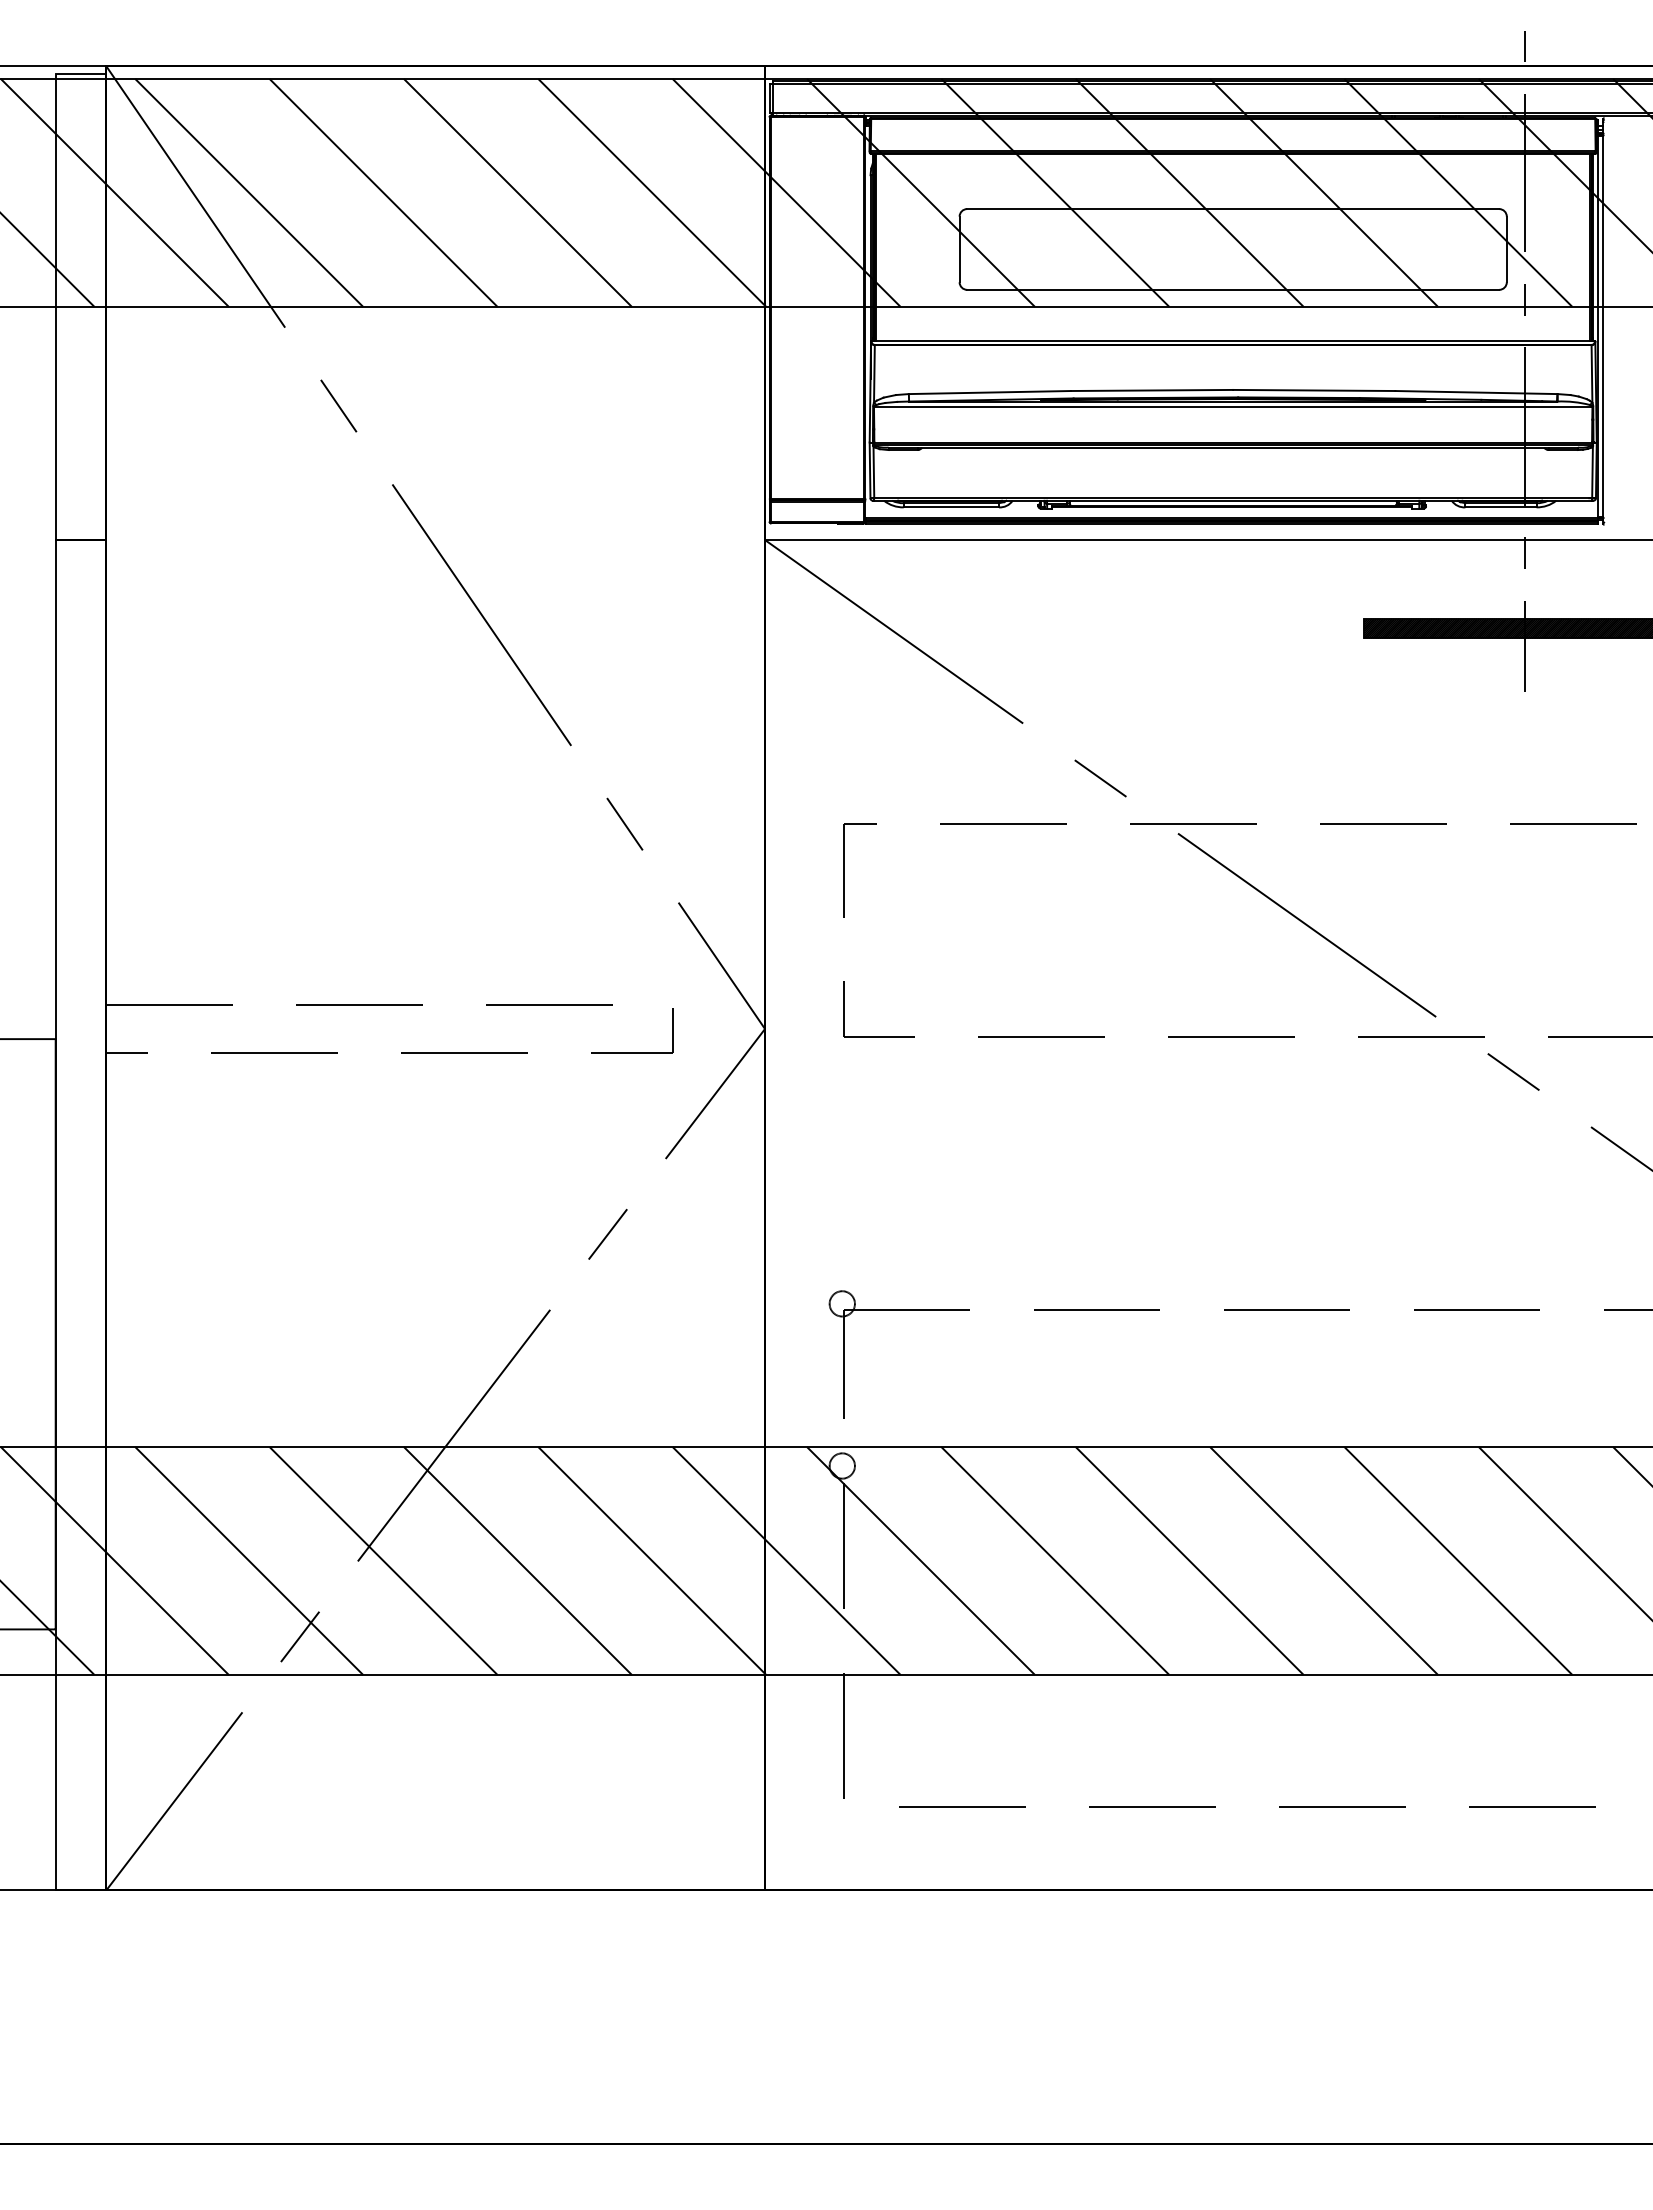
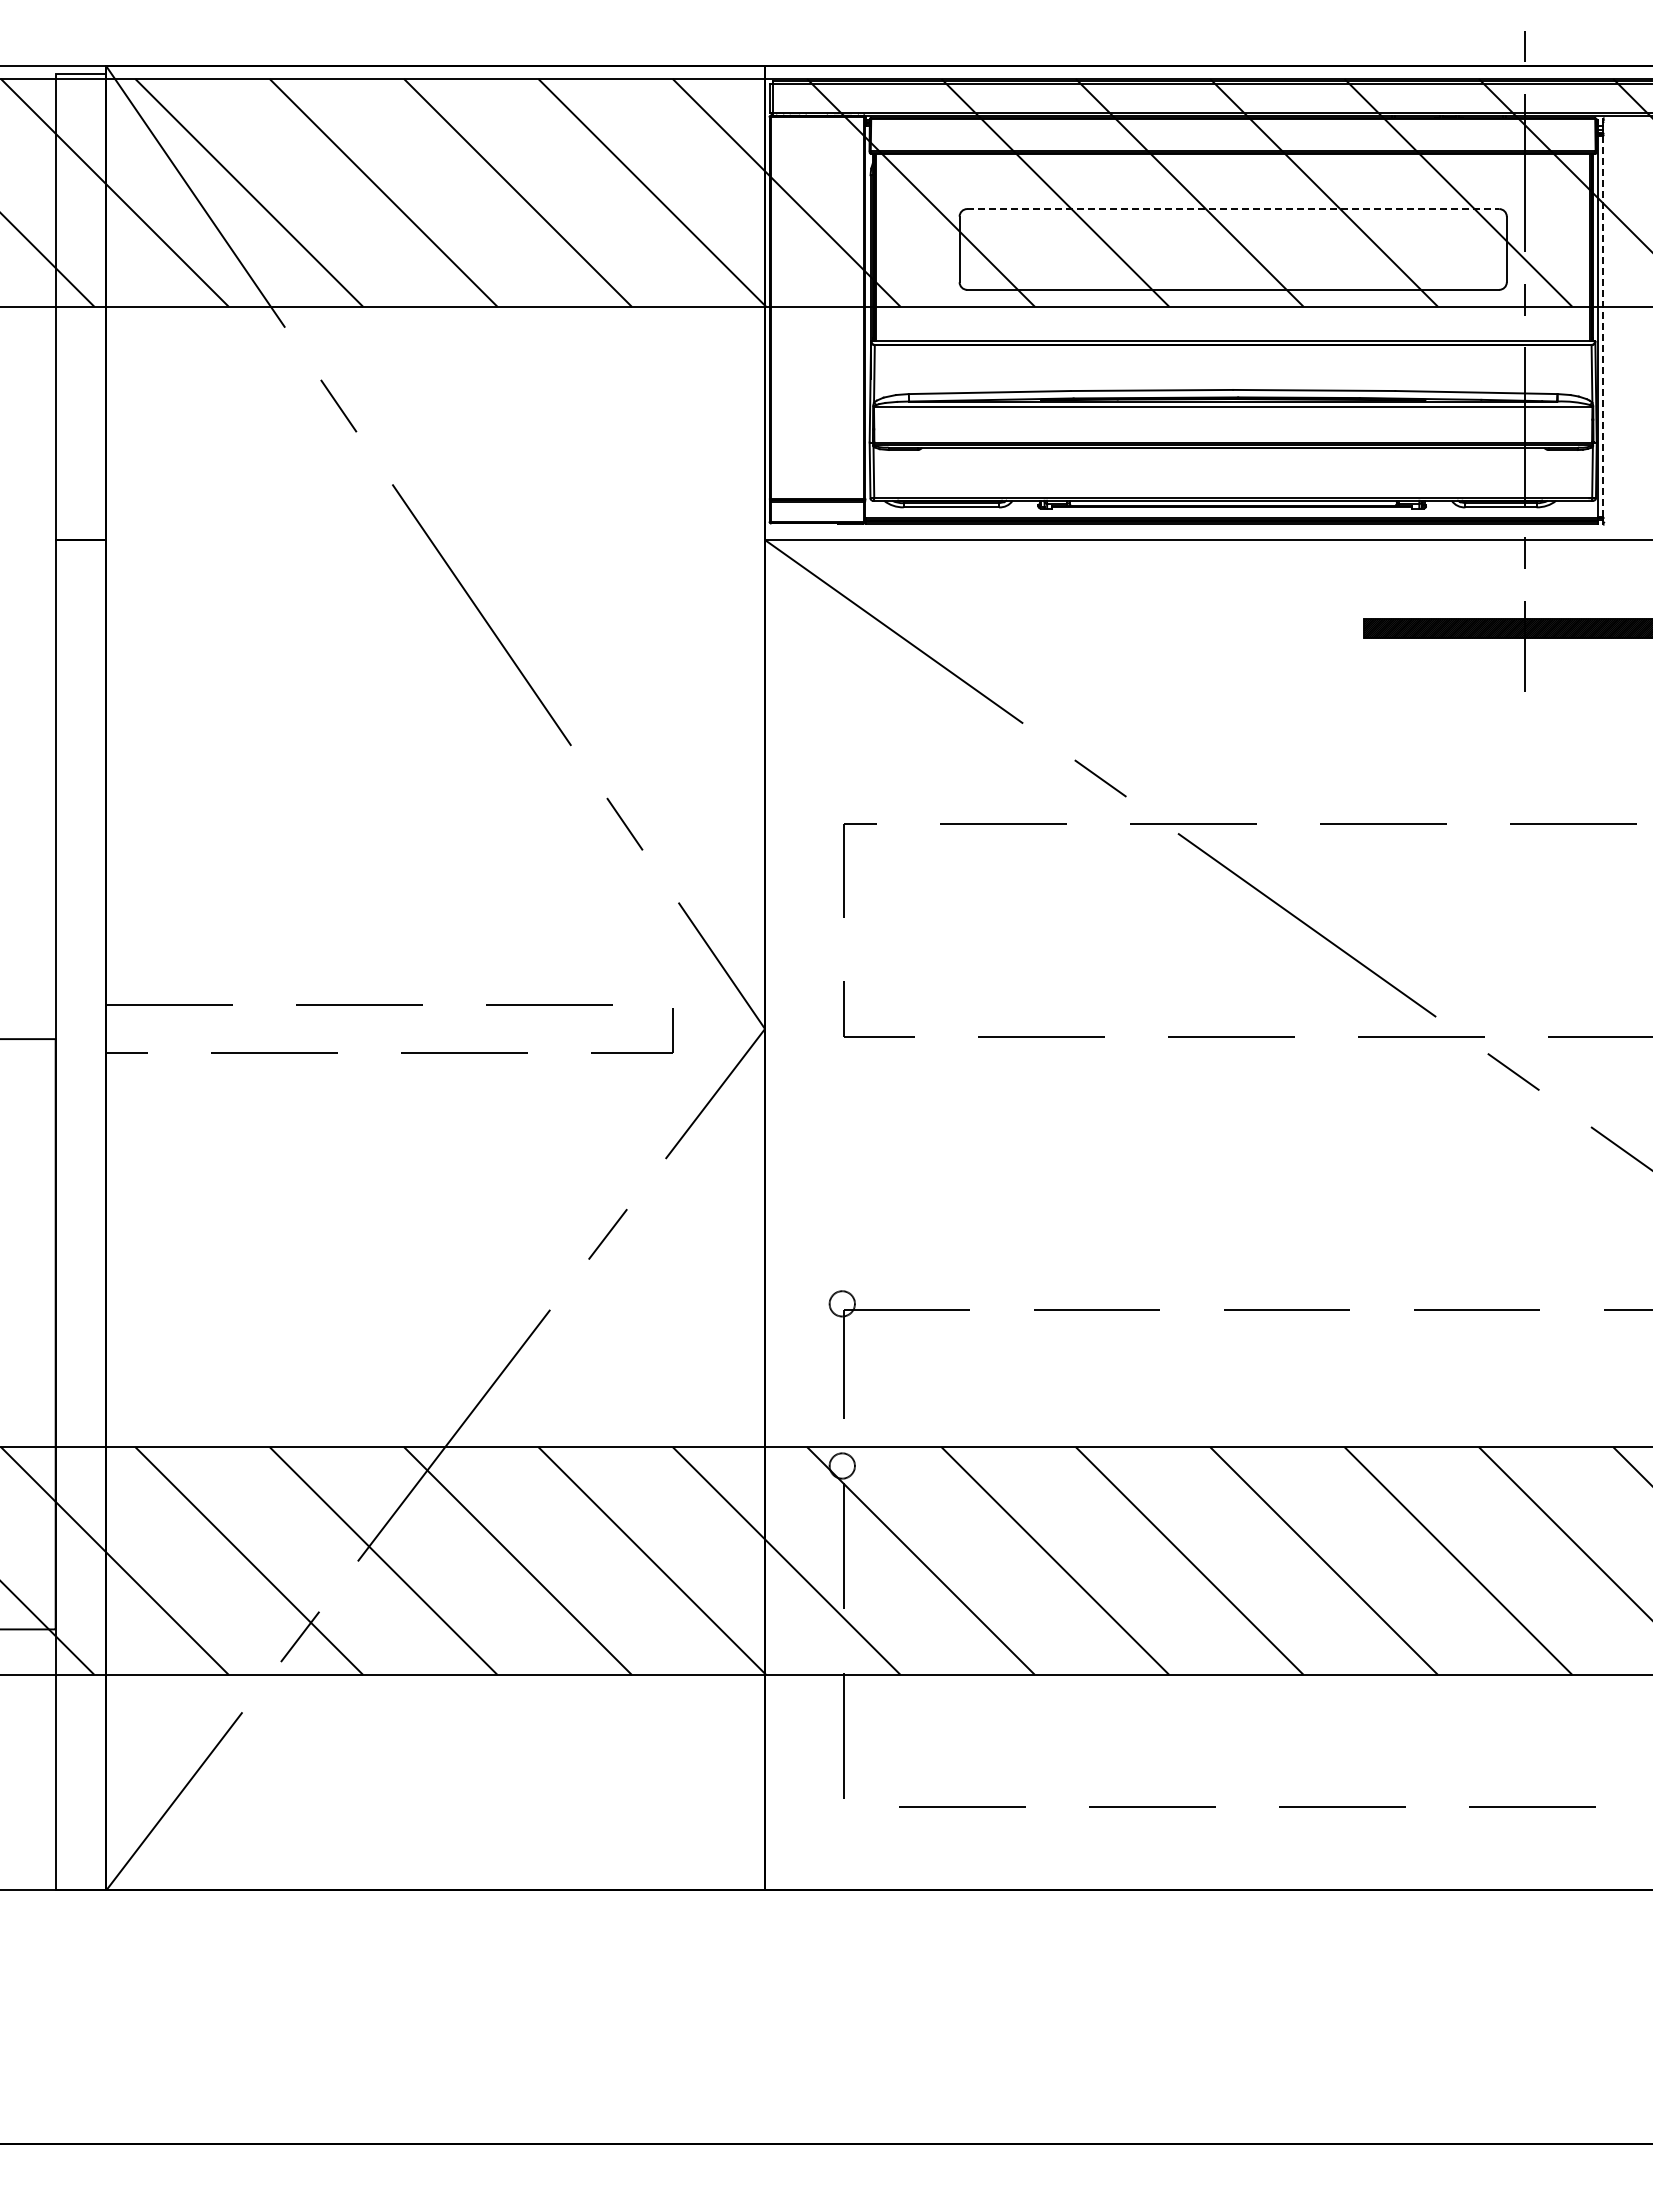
line at (1233, 209): solid -> dashed
line at (1603, 327): solid -> dashed
